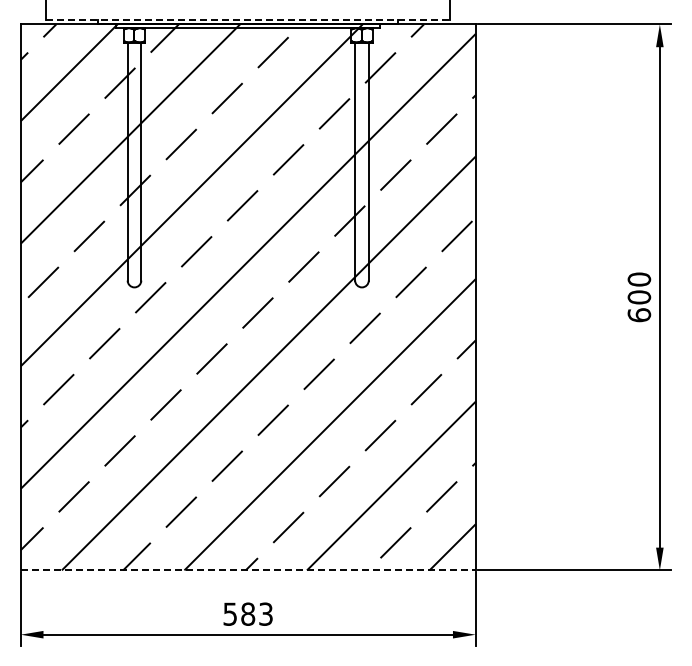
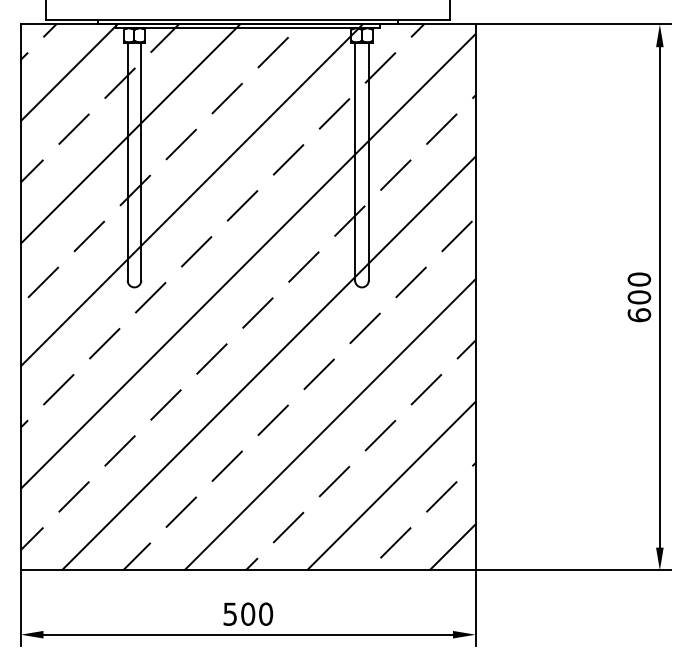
line at (248, 19): dashed -> solid
line at (248, 570): dashed -> solid
text at (257, 613): 583 -> 500
